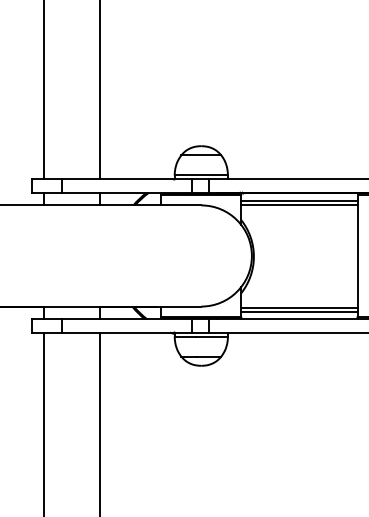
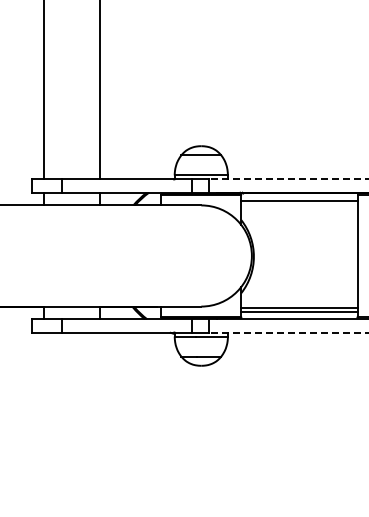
line at (288, 179): solid -> dashed
line at (299, 205): present -> none
line at (288, 332): solid -> dashed
line at (44, 422): present -> none
line at (100, 422): present -> none
